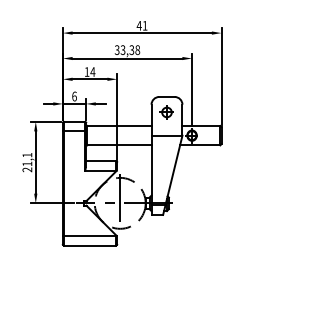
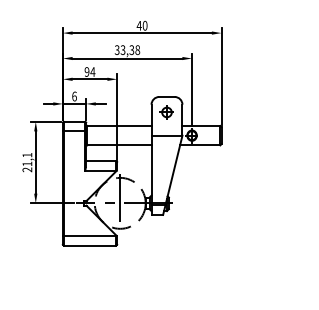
text at (144, 25): 41 -> 40
text at (86, 71): 14 -> 94
